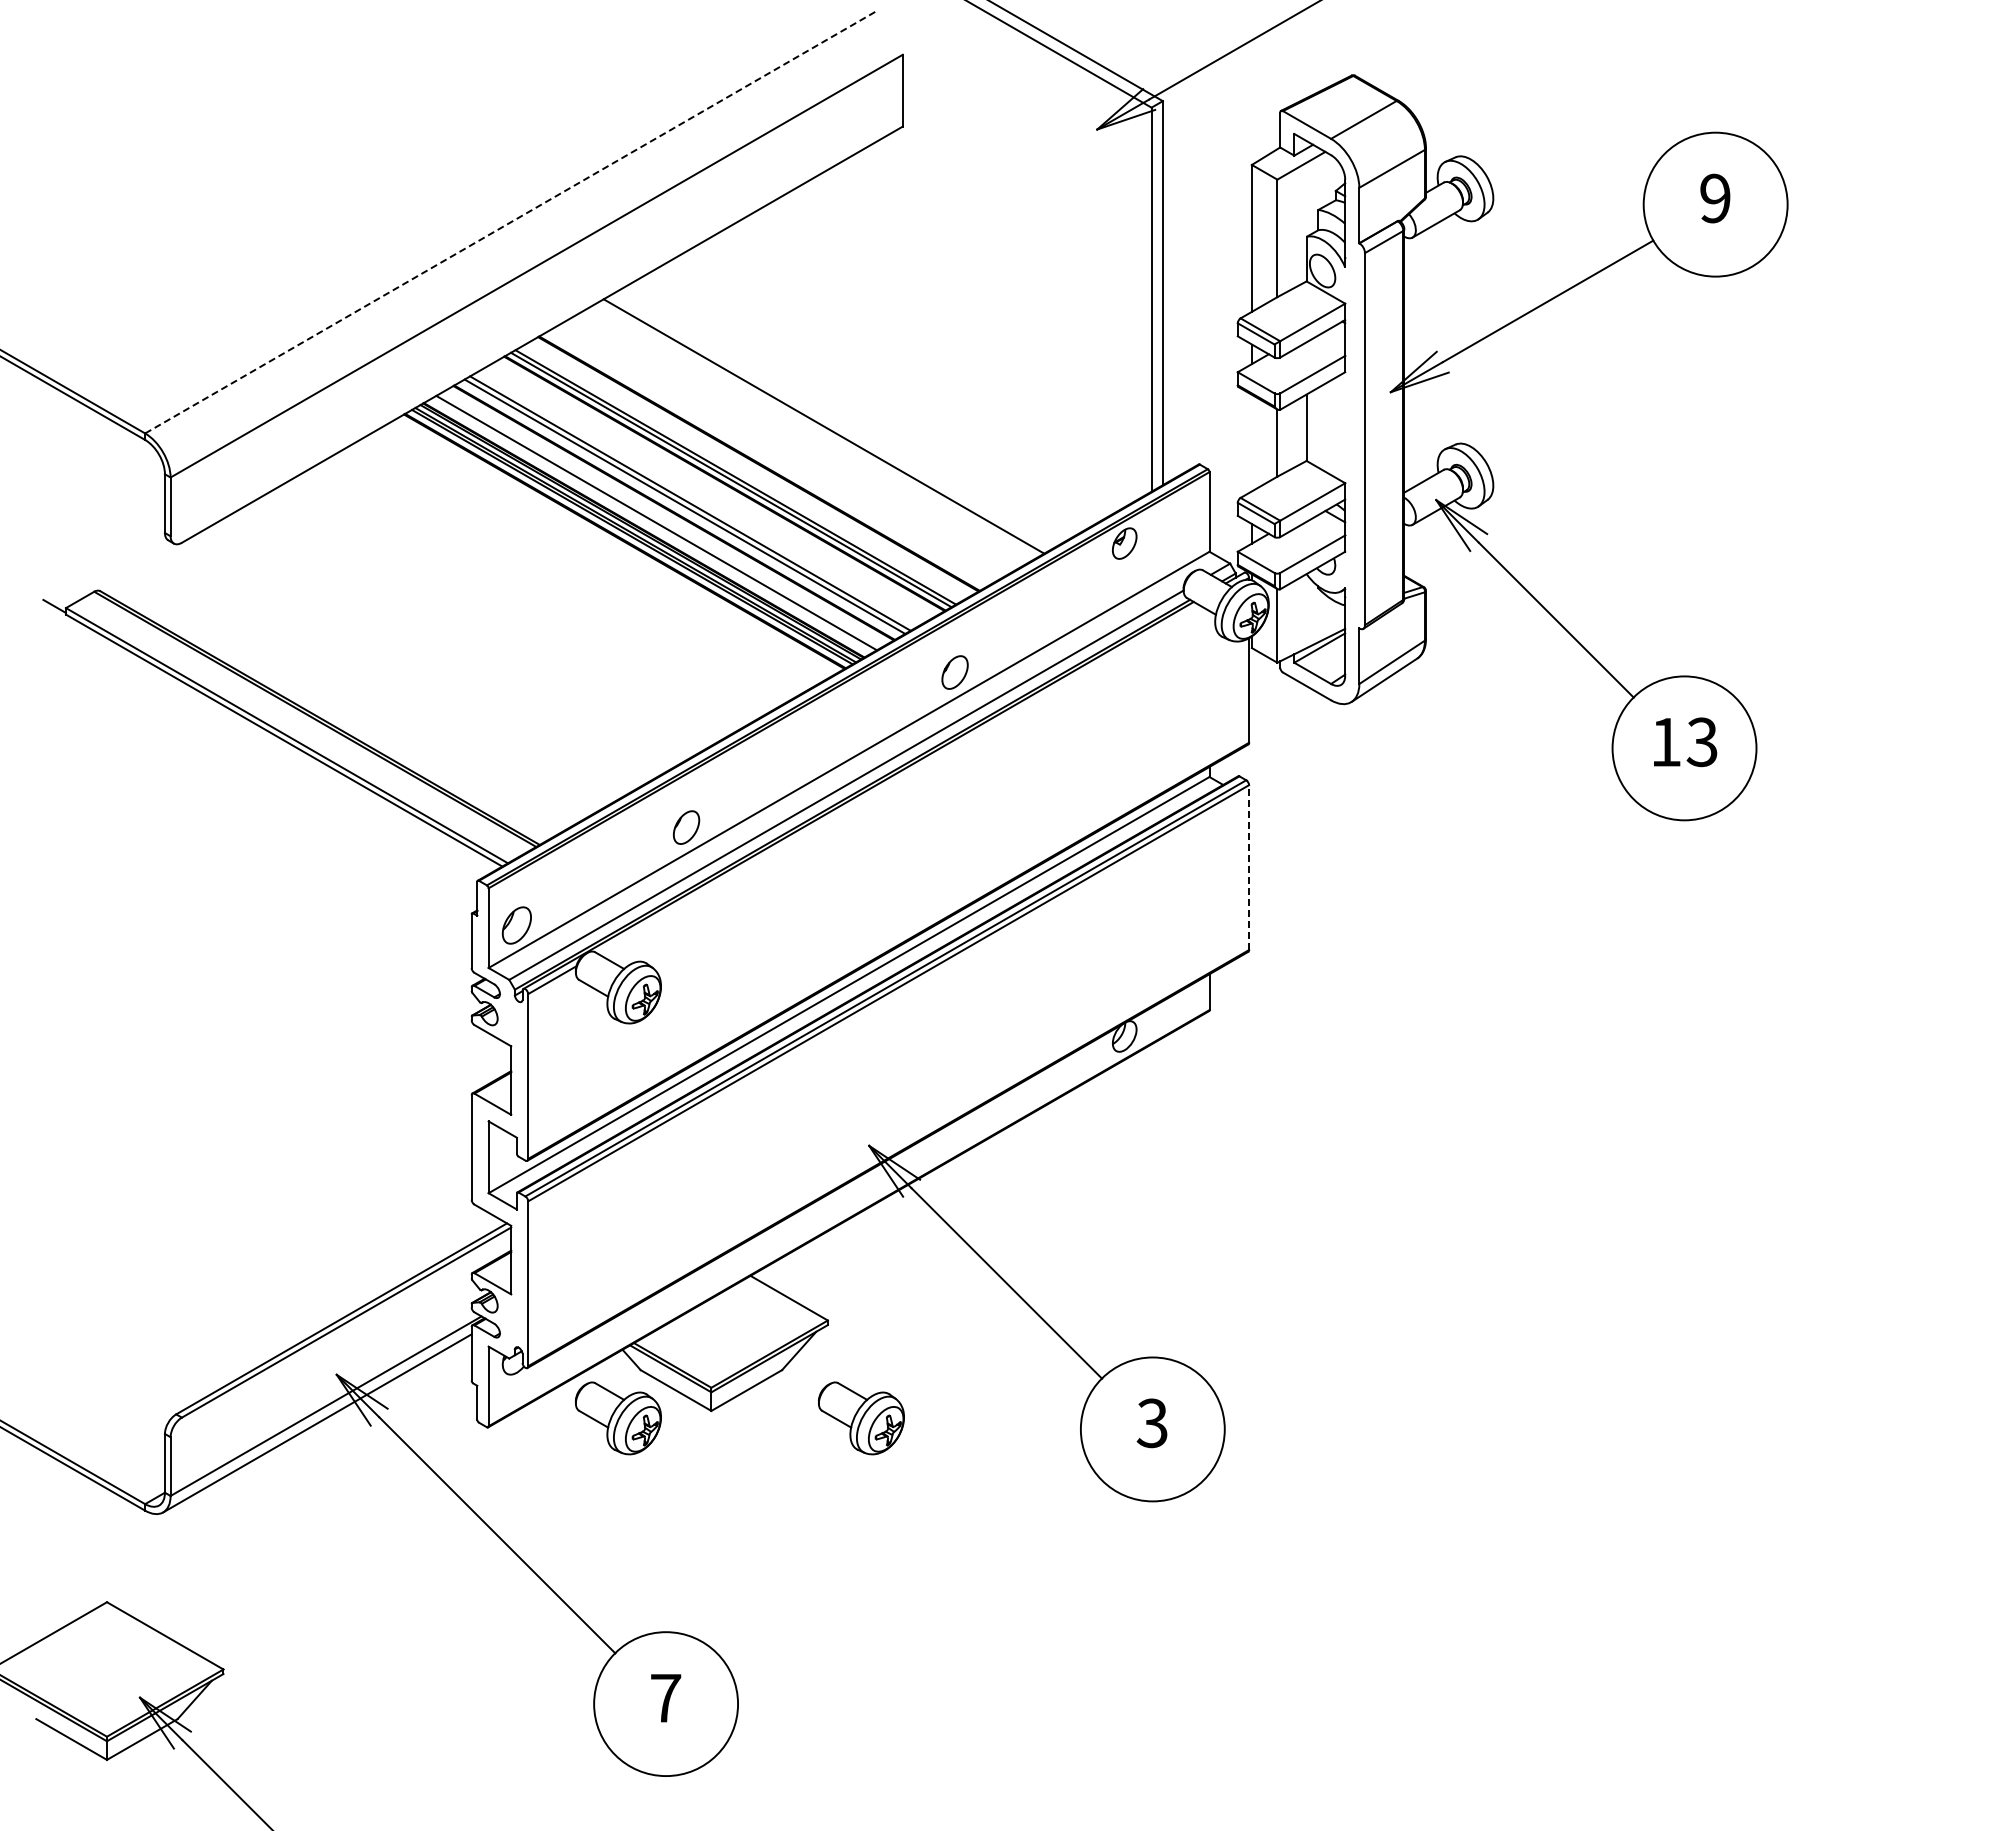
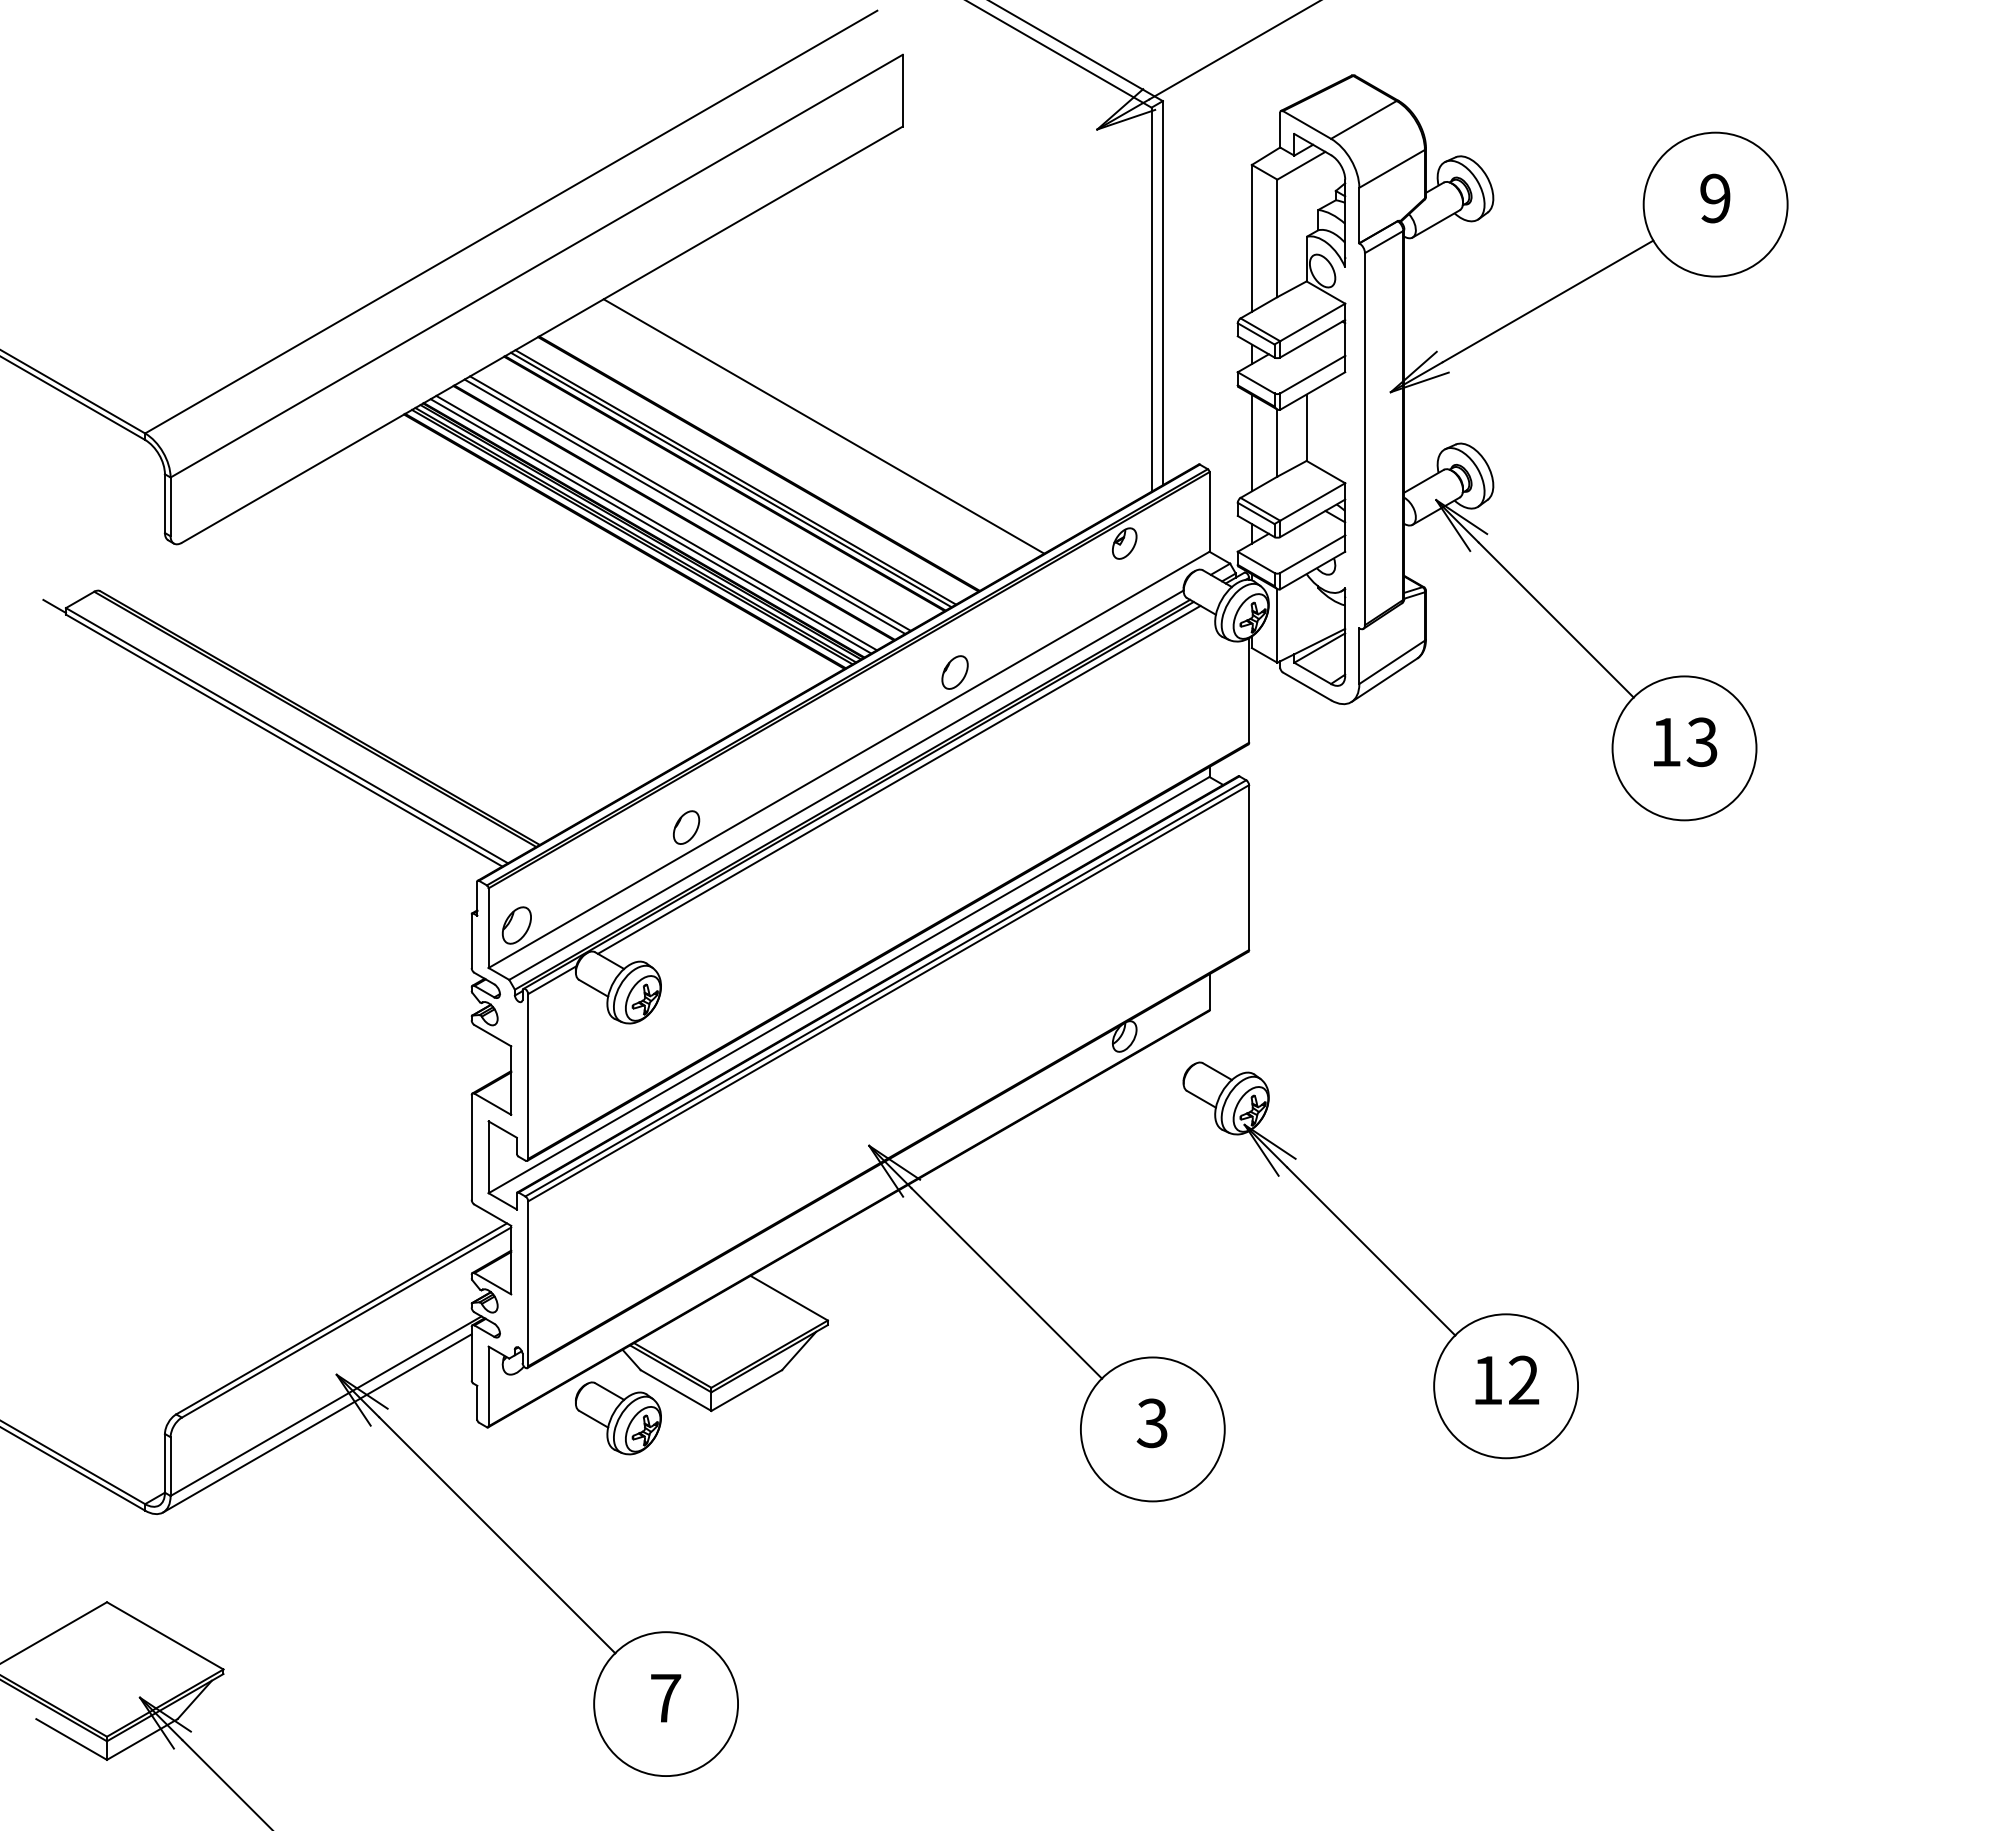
line at (511, 222): dashed -> solid
line at (1251, 442): none -> present
line at (650, 526): none -> present
line at (898, 779): none -> present
line at (1249, 867): dashed -> solid
part at (1380, 1260): none -> present
part at (861, 1418): present -> none
